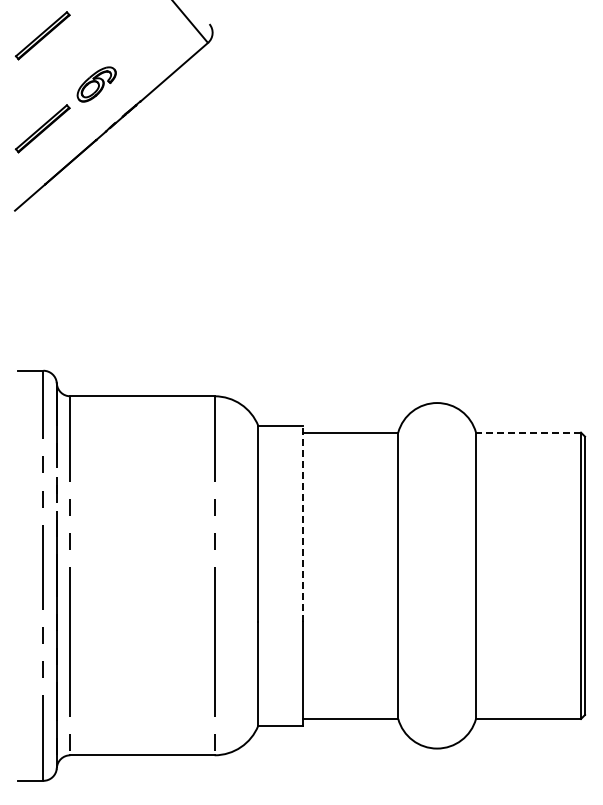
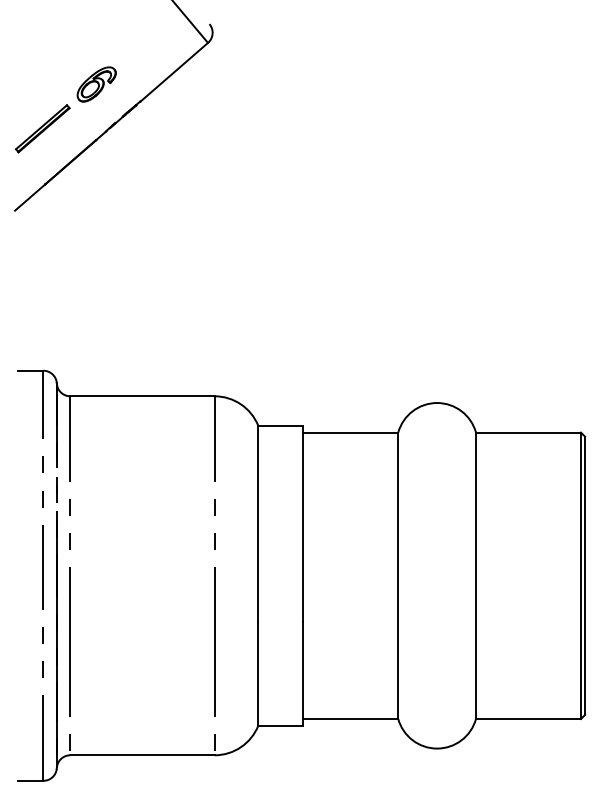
part at (42, 35): present -> none
line at (528, 432): dashed -> solid
line at (302, 523): dashed -> solid
